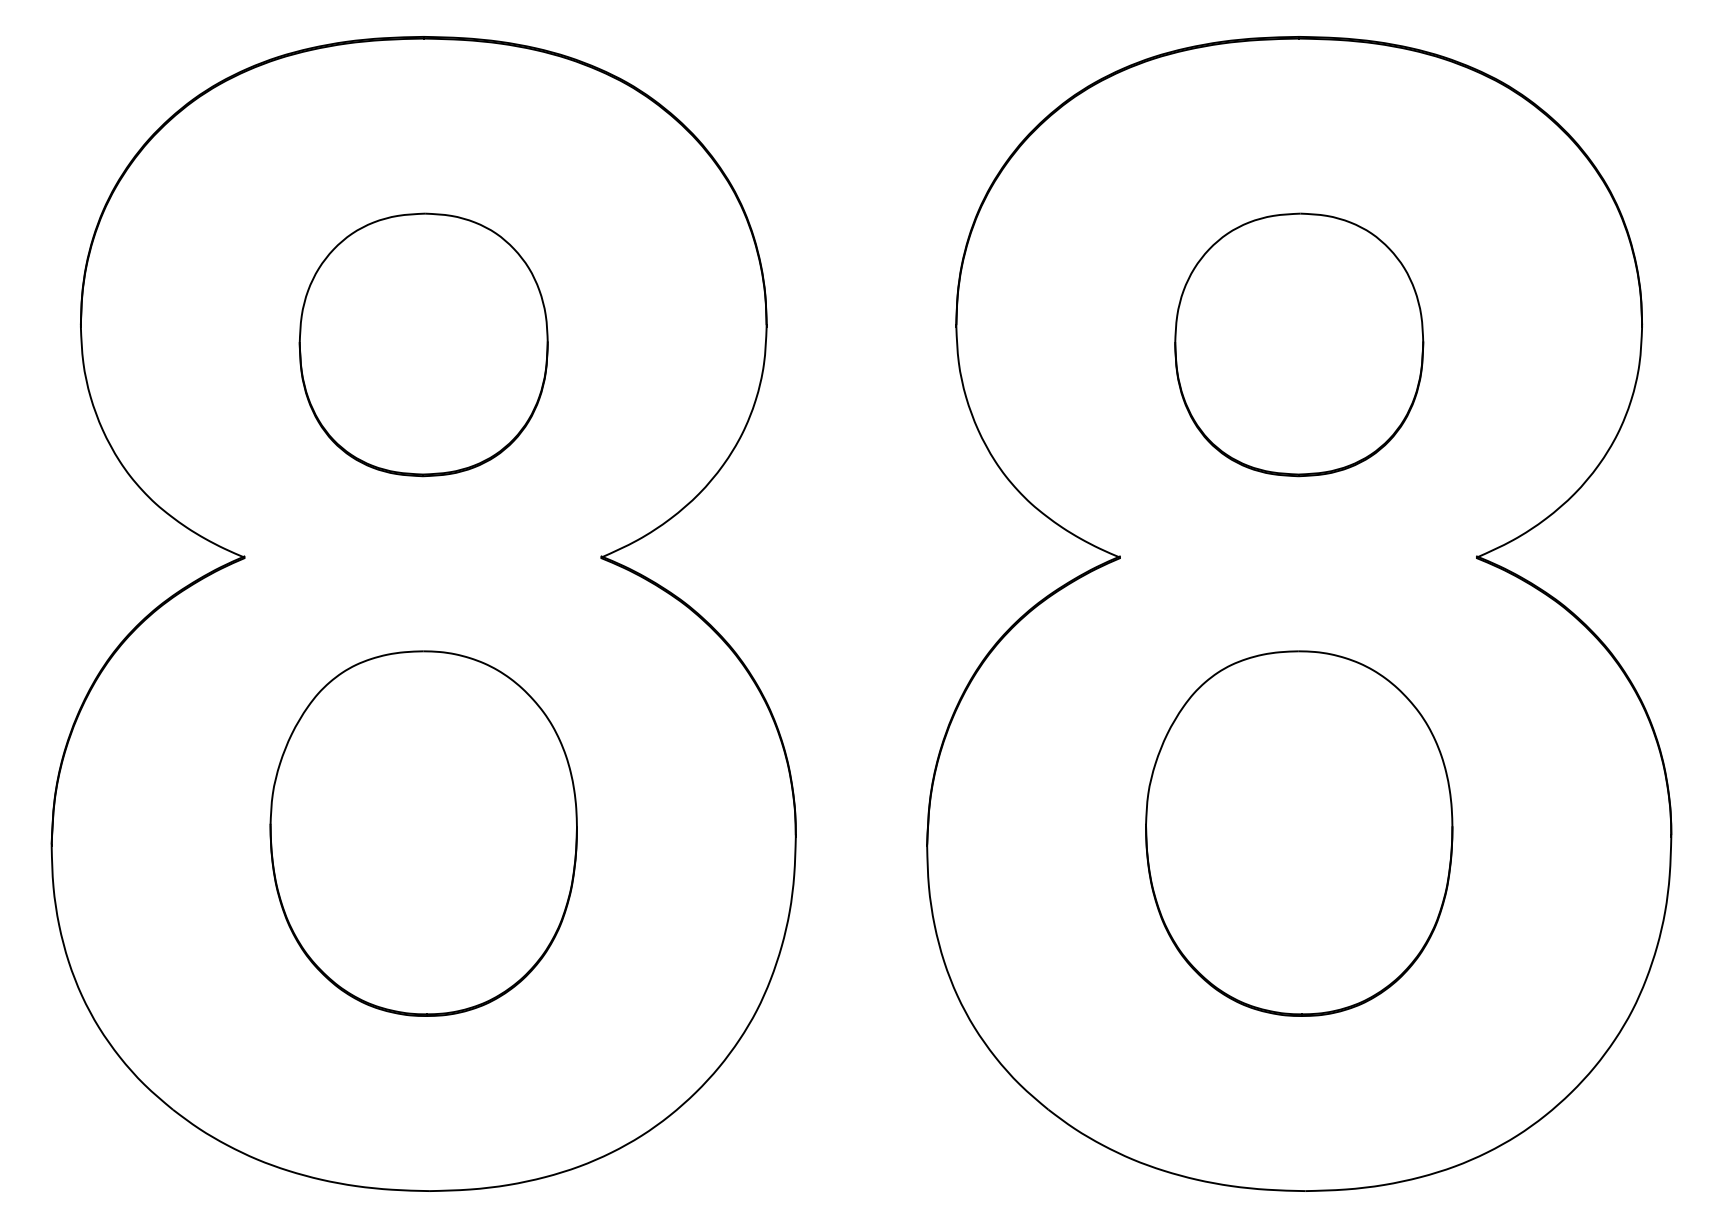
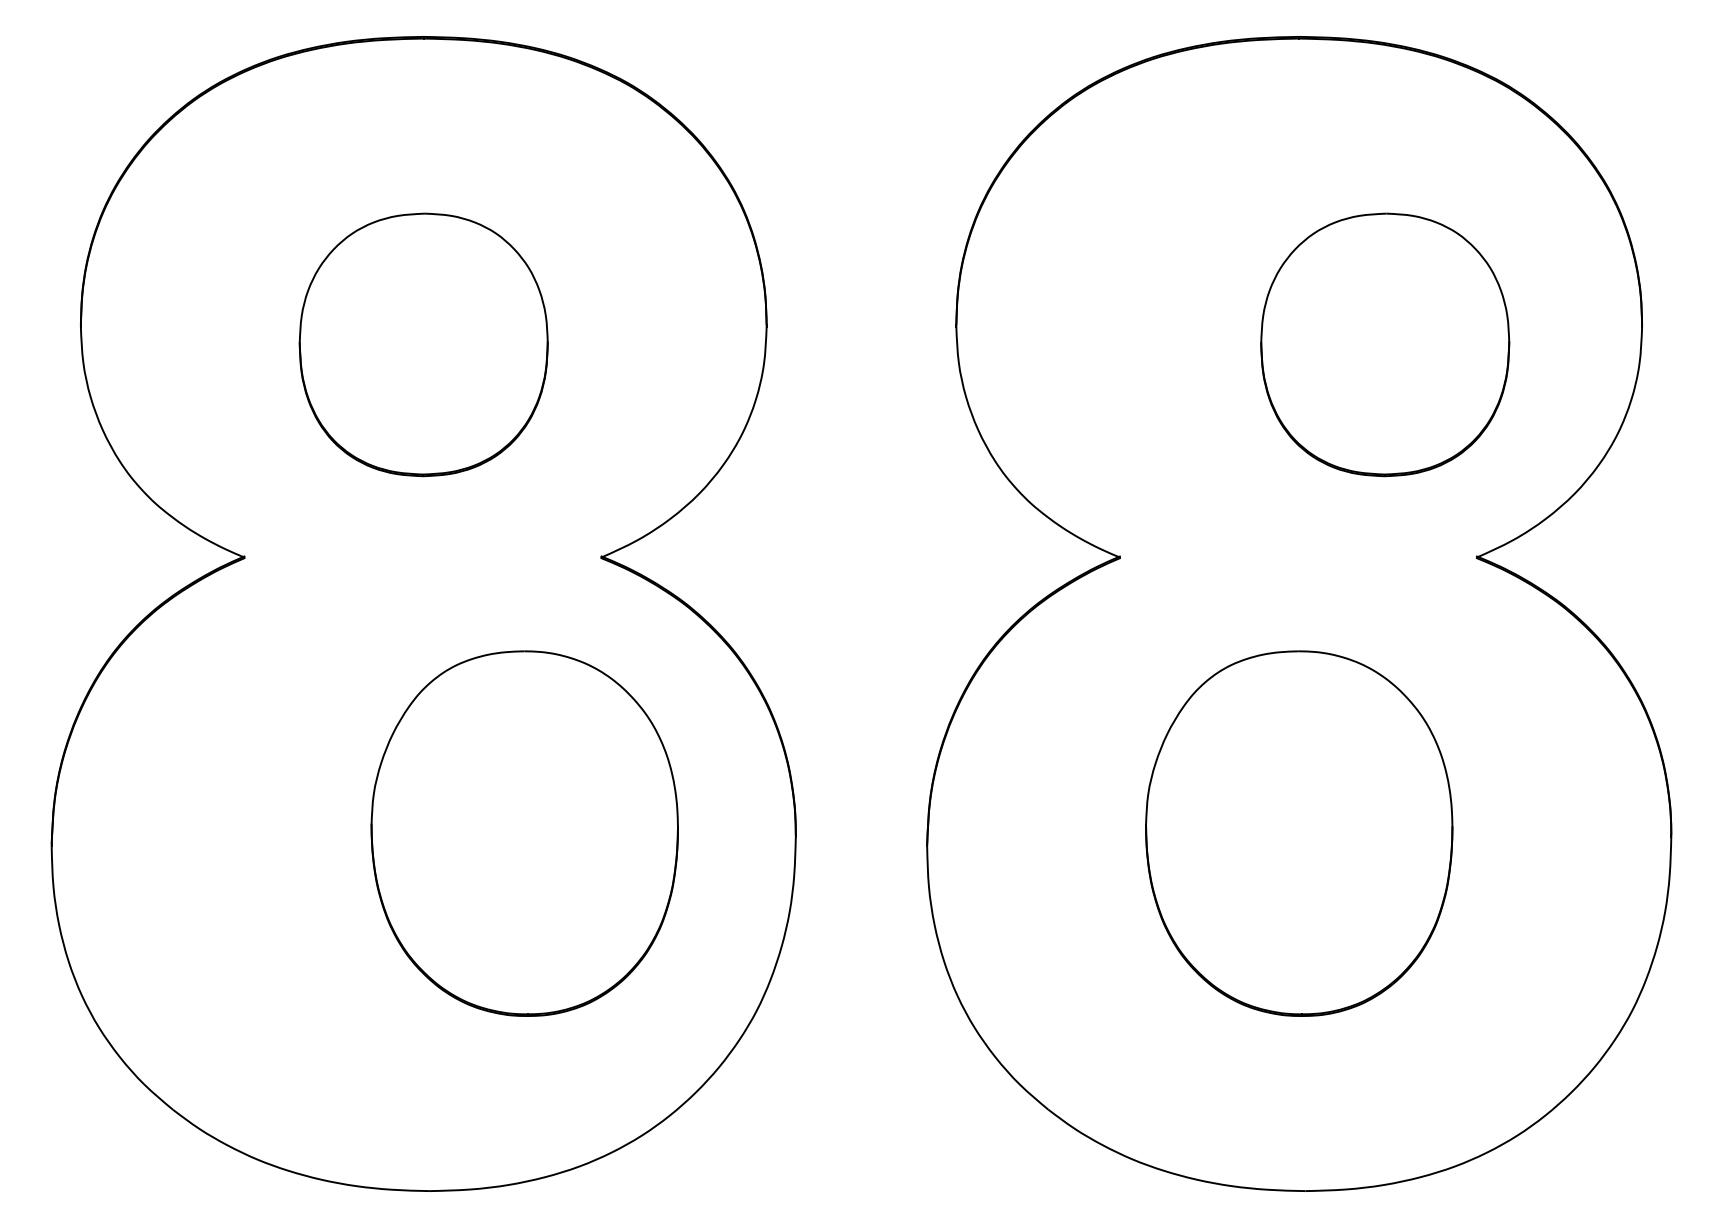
part at (1299, 344) position: (1299, 344) -> (1385, 344)
part at (423, 833) position: (423, 833) -> (524, 833)
